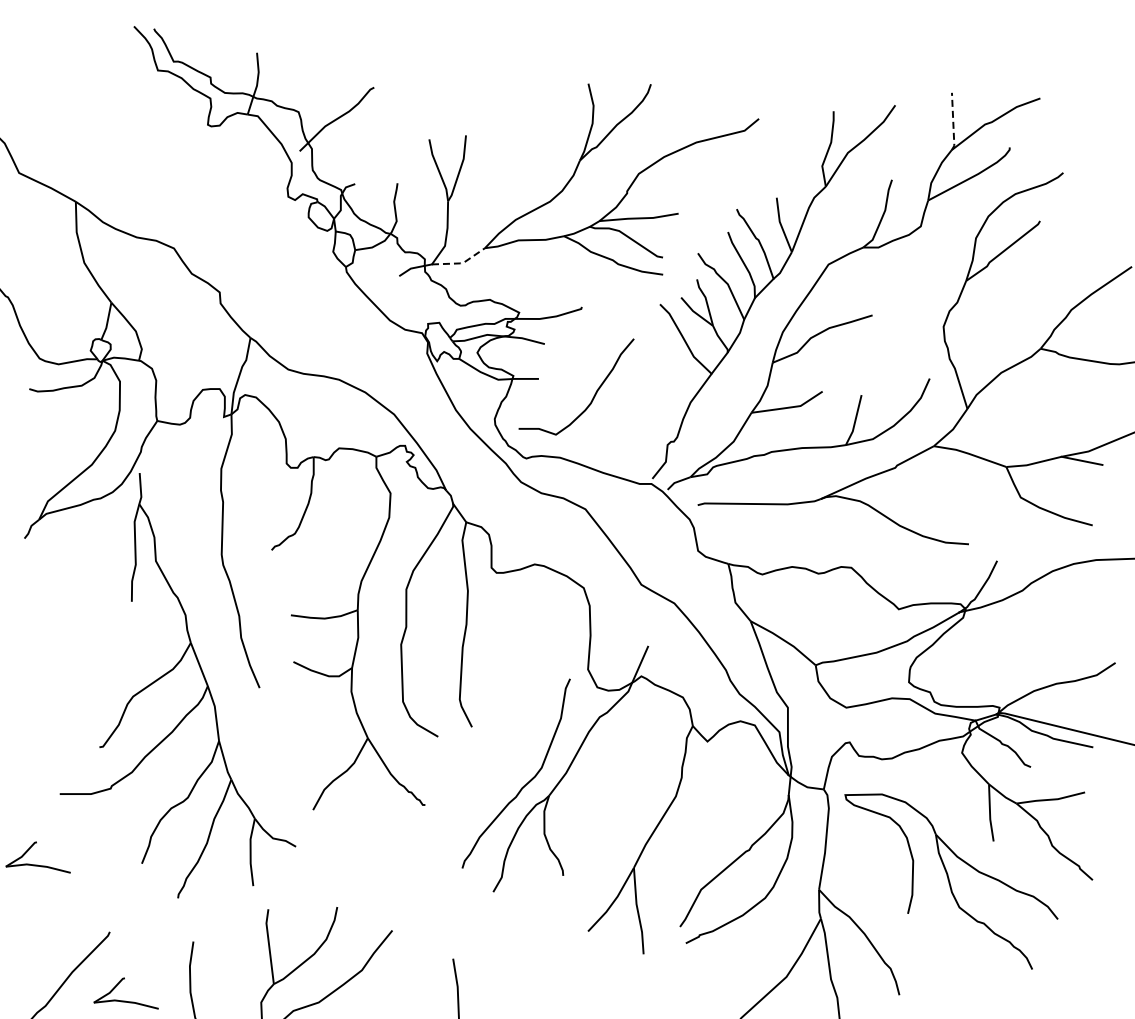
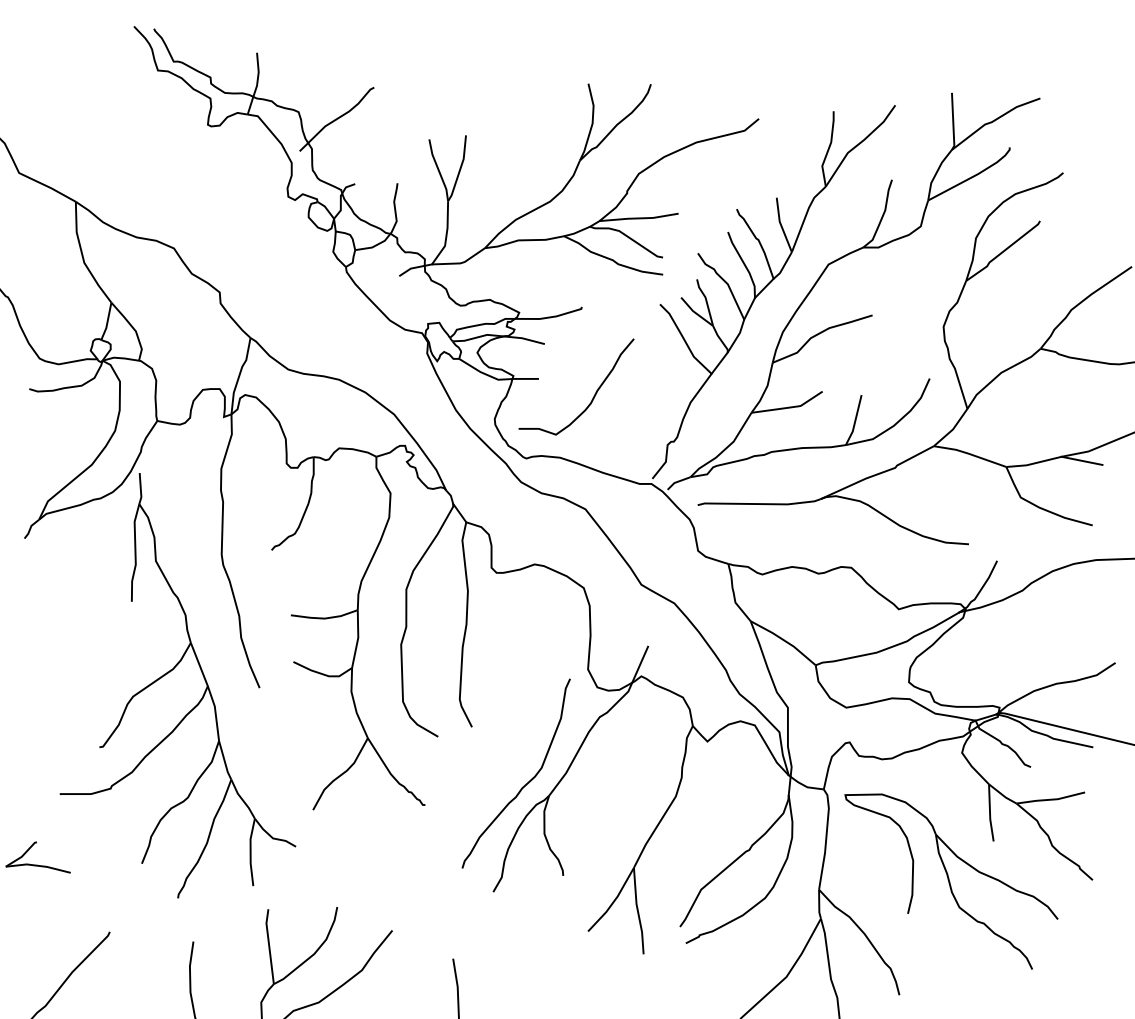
line at (953, 122): dashed -> solid
line at (461, 263): dashed -> solid
part at (125, 1000): present -> none
